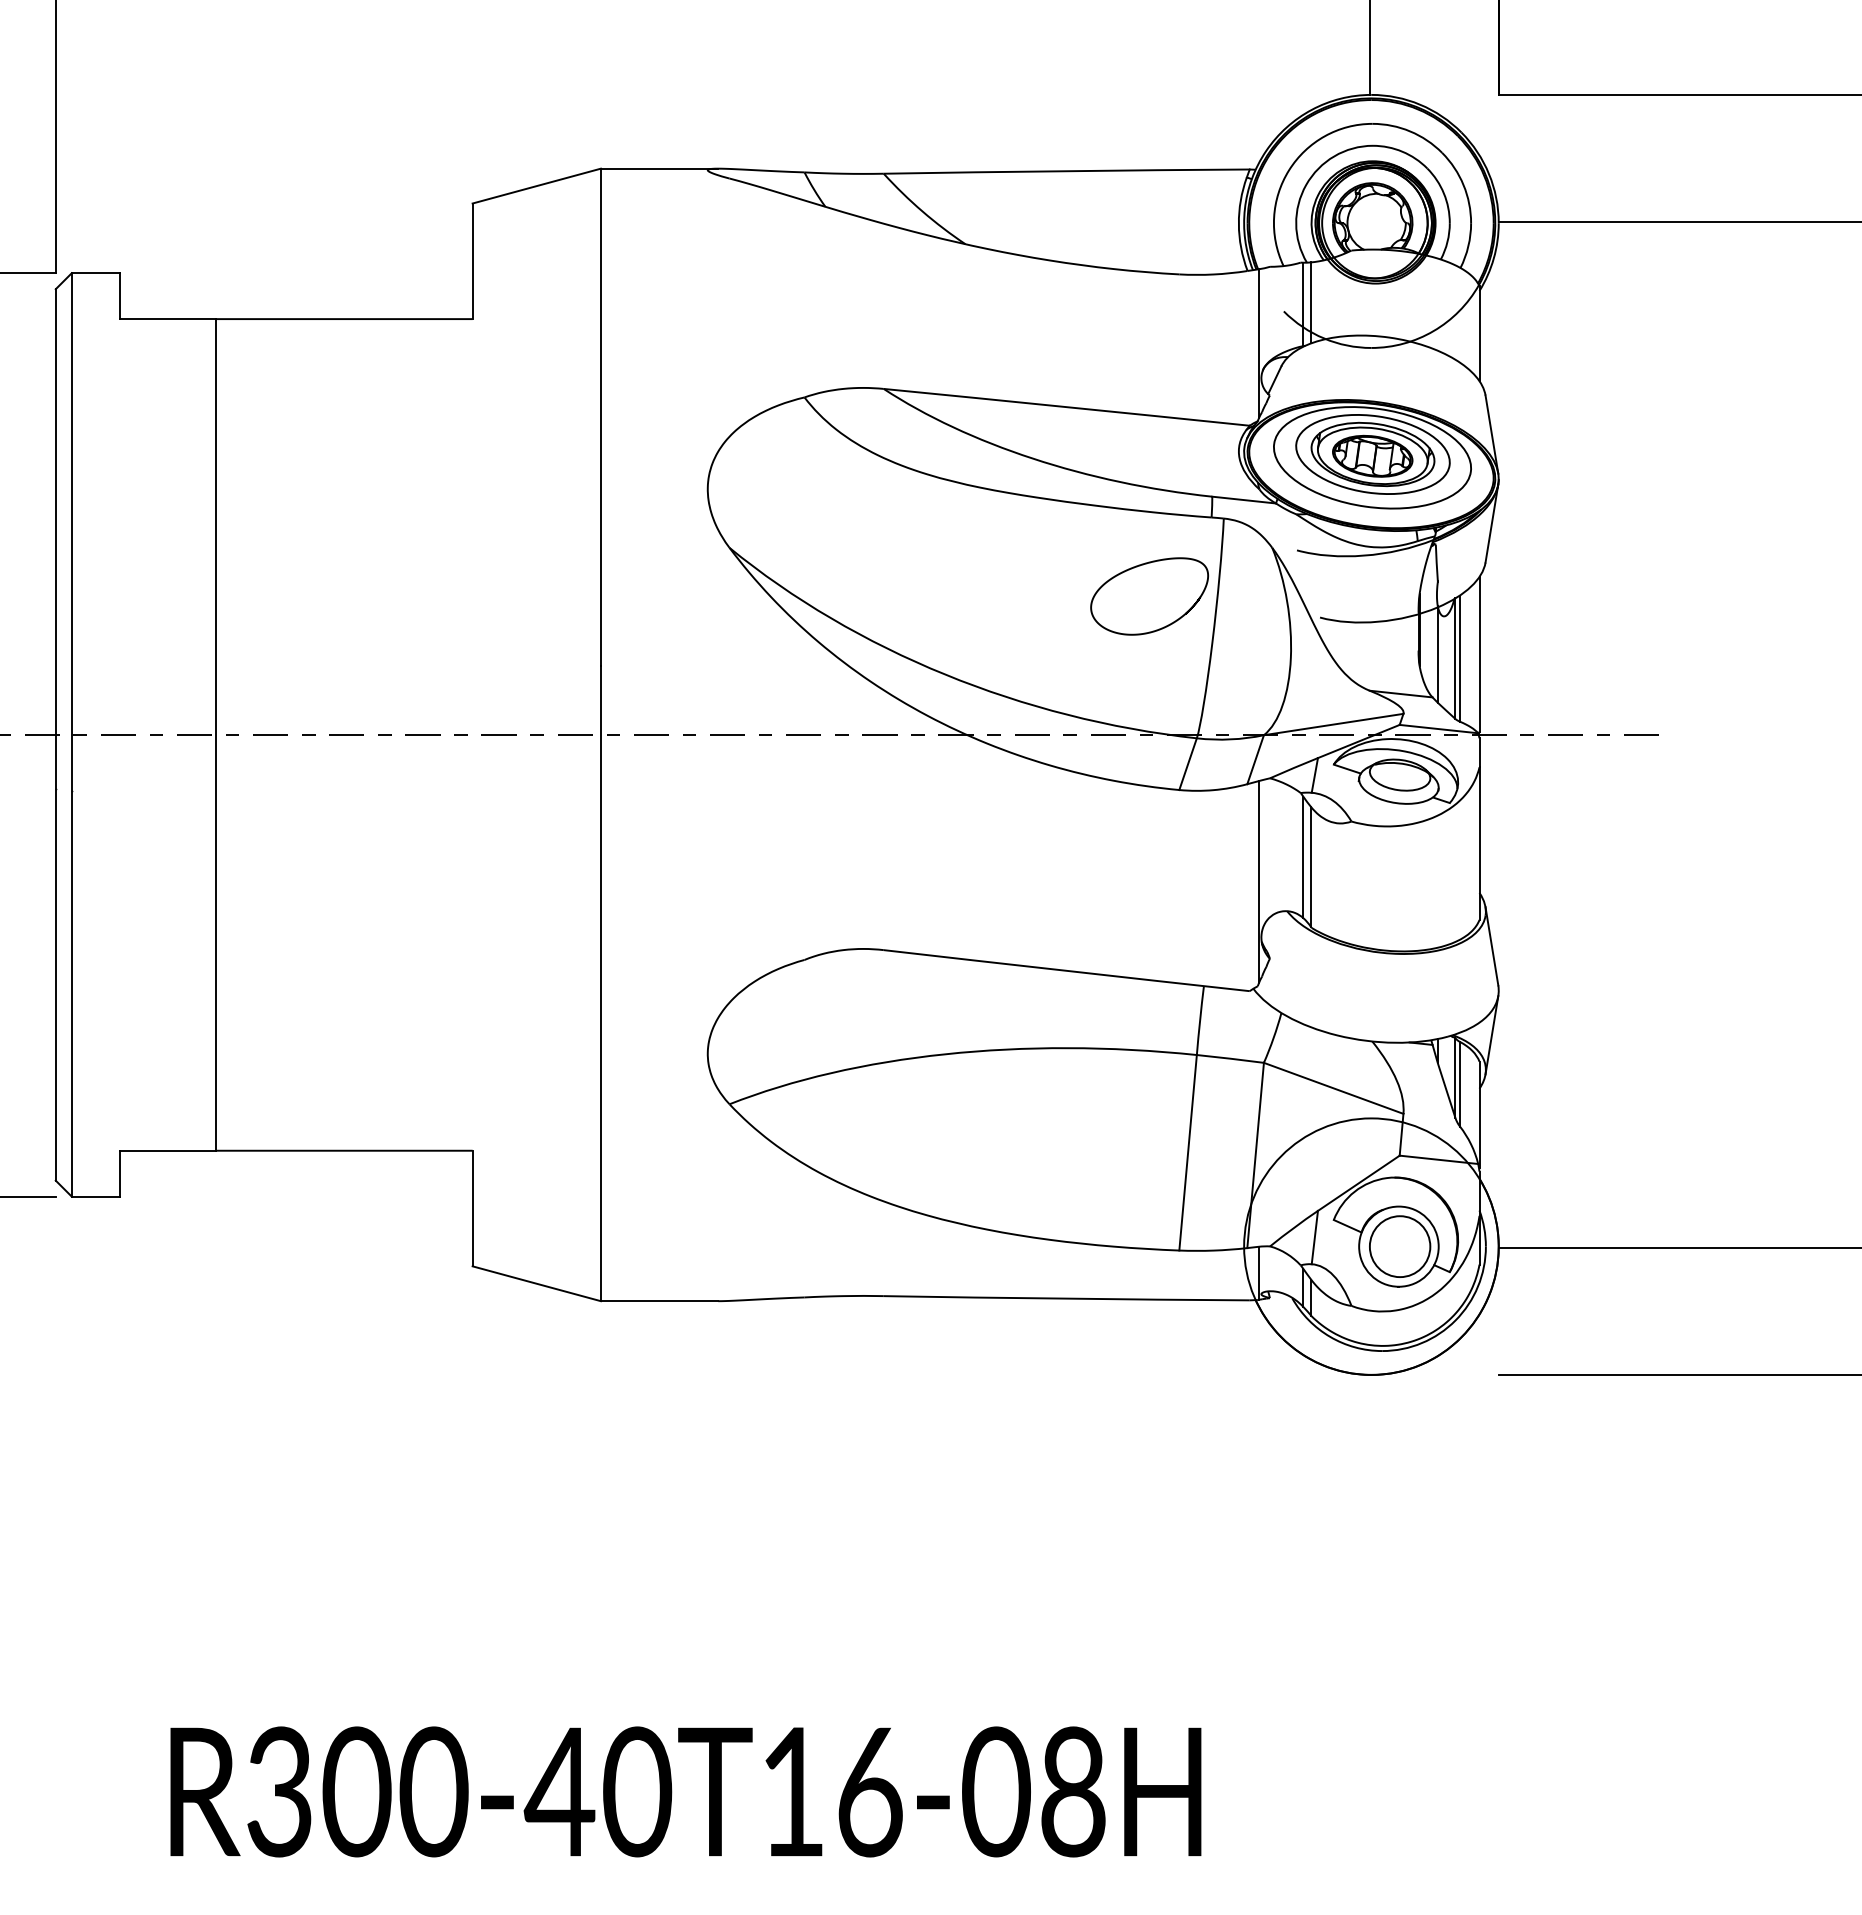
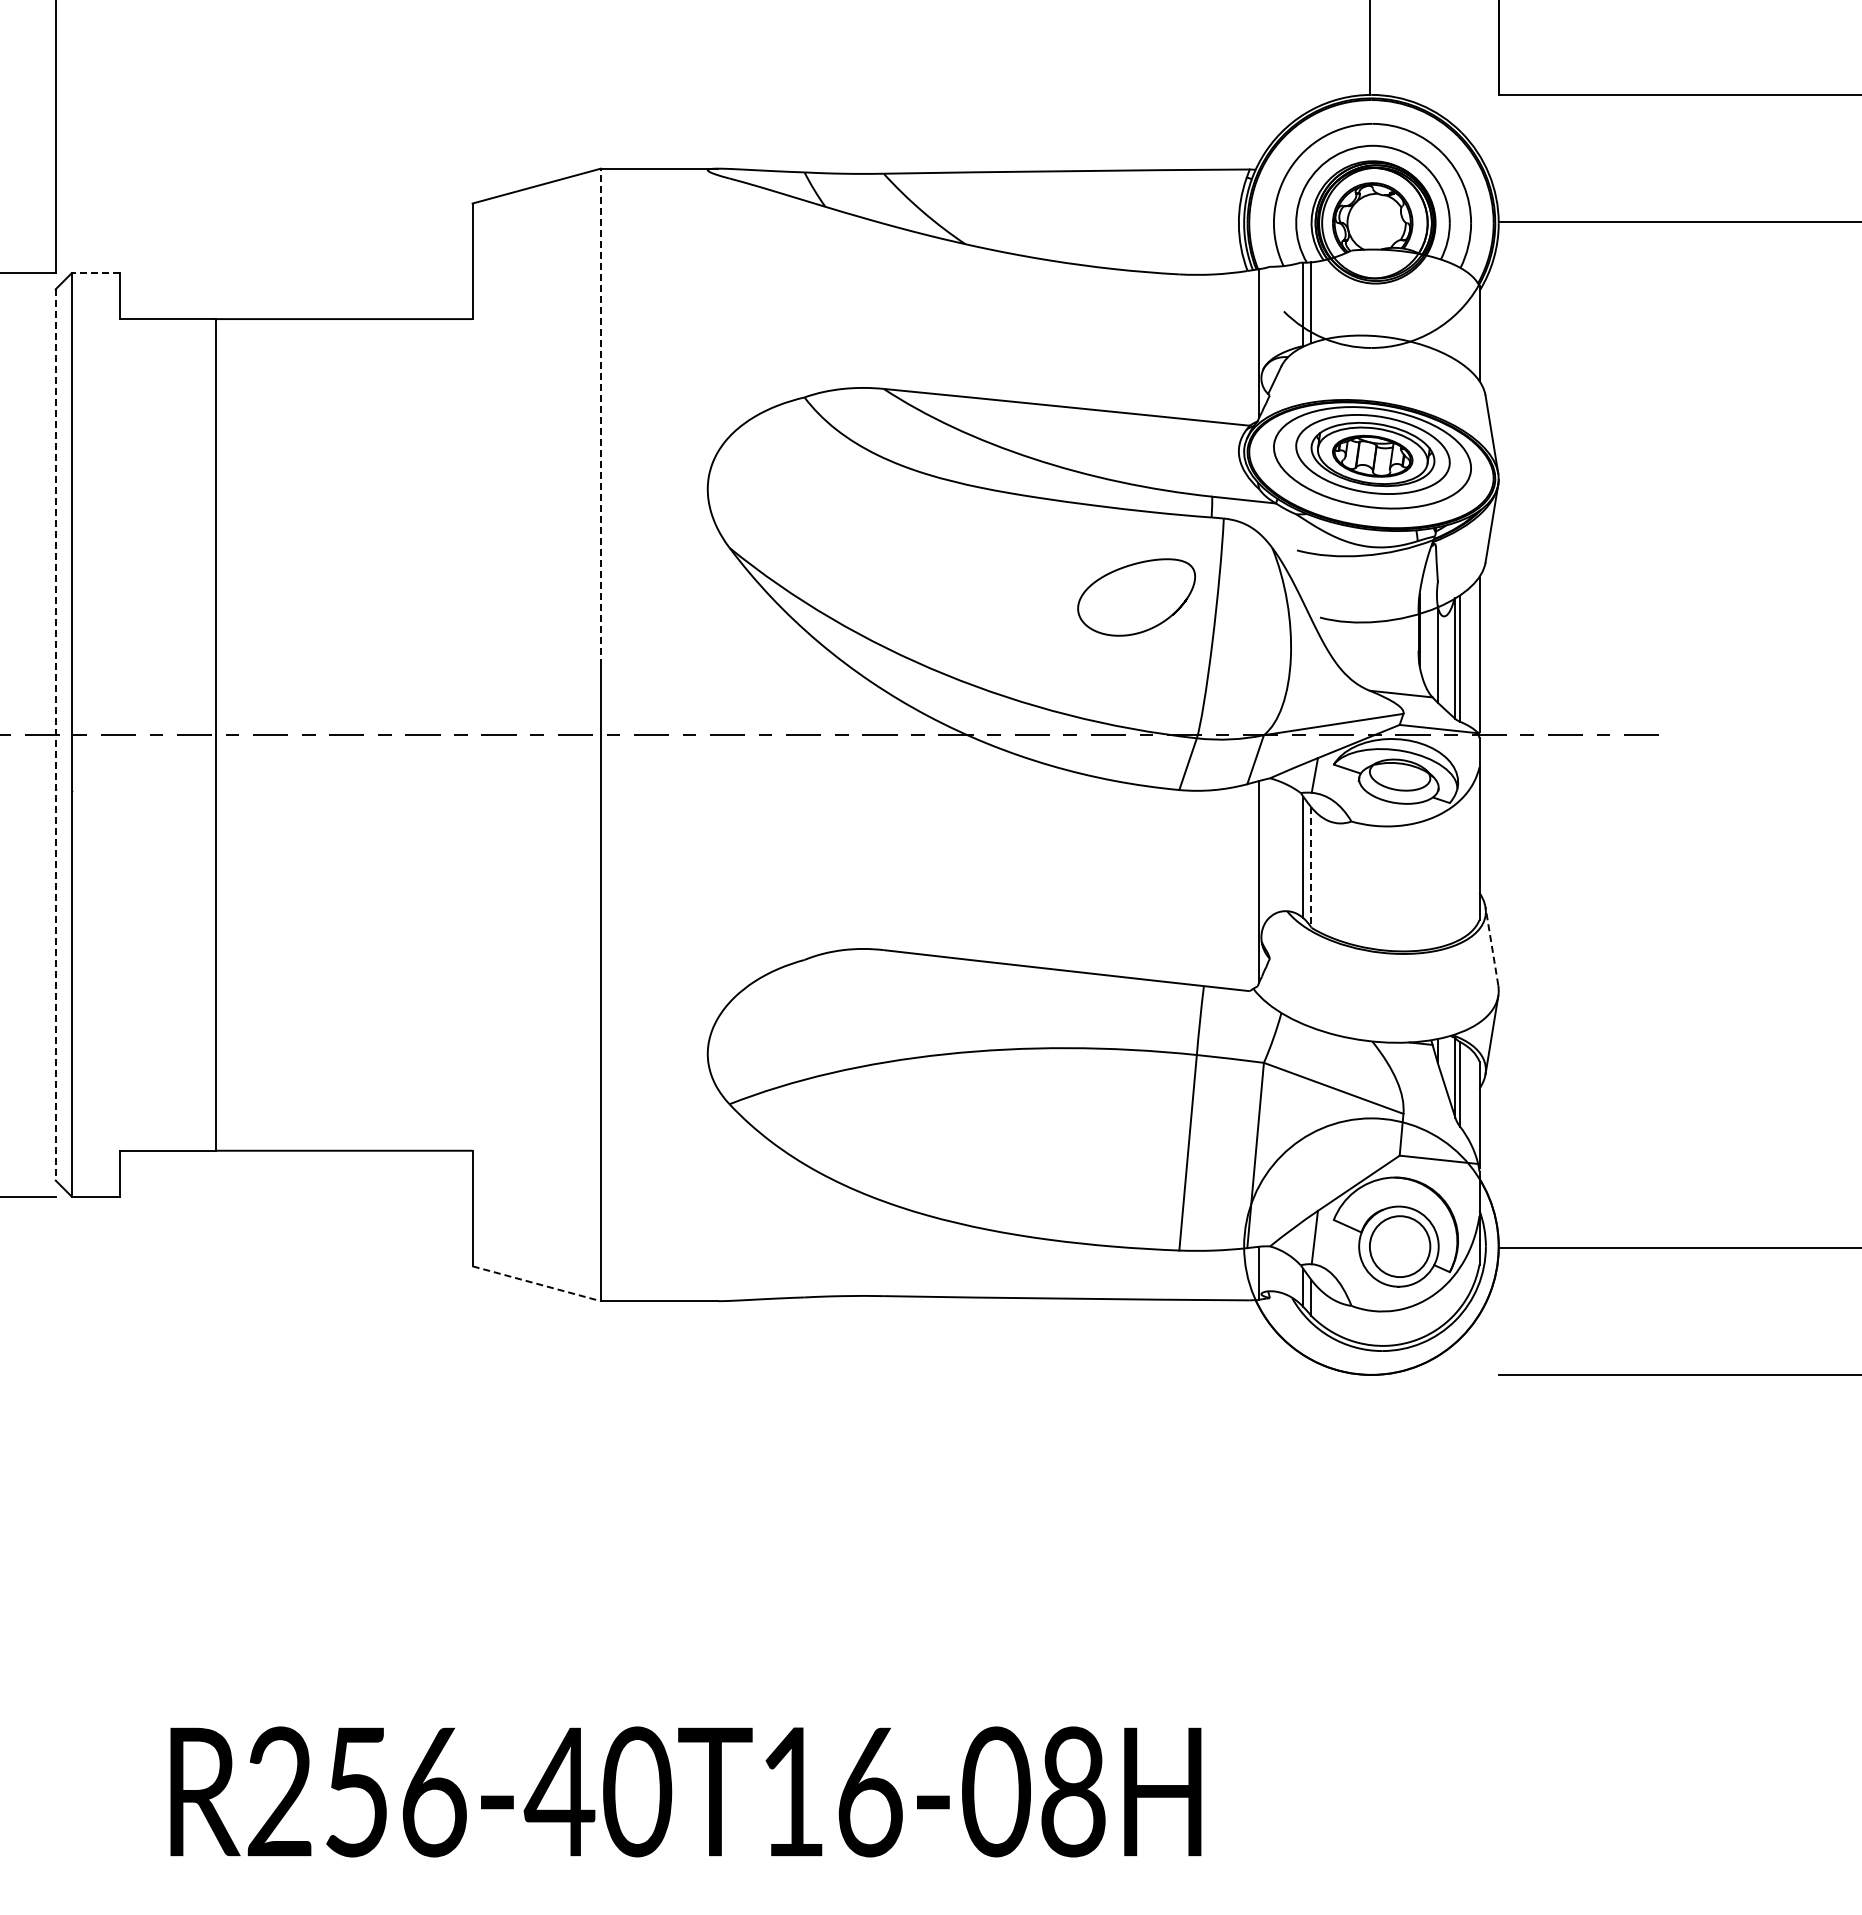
line at (95, 273): solid -> dashed
line at (600, 417): solid -> dashed
curve at (1140, 566) position: (1140, 566) -> (1127, 567)
line at (55, 734): solid -> dashed
line at (1311, 867): solid -> dashed
line at (1491, 946): solid -> dashed
line at (537, 1283): solid -> dashed
text at (357, 1791): R300-40T16-08H -> R256-40T16-08H
